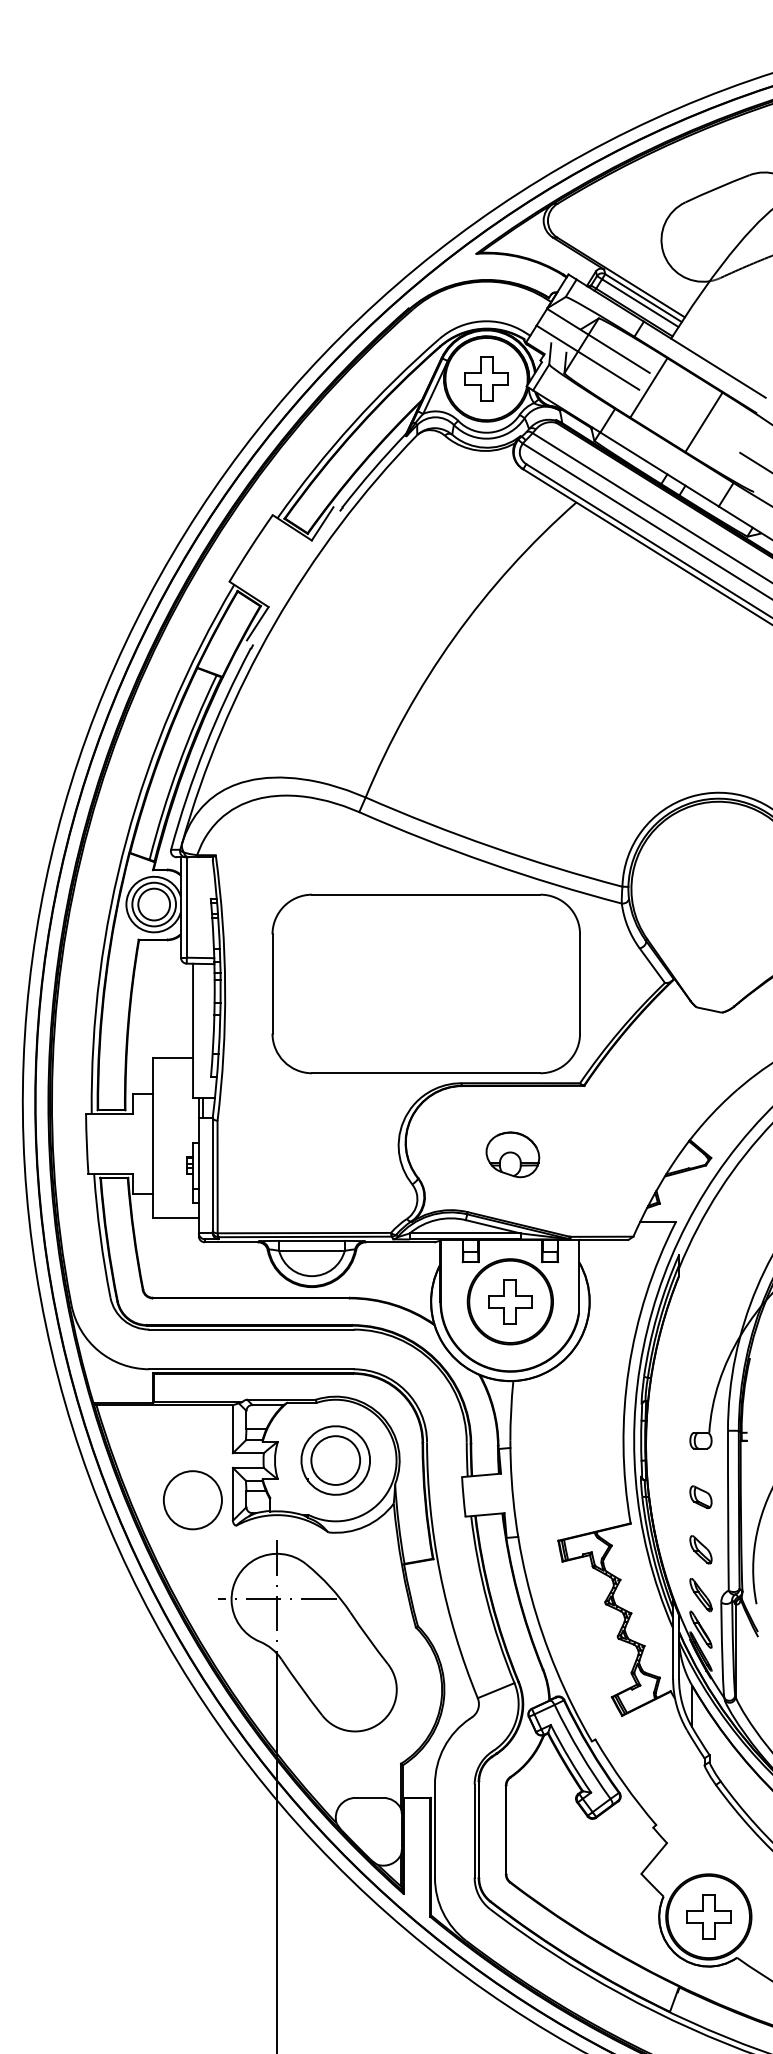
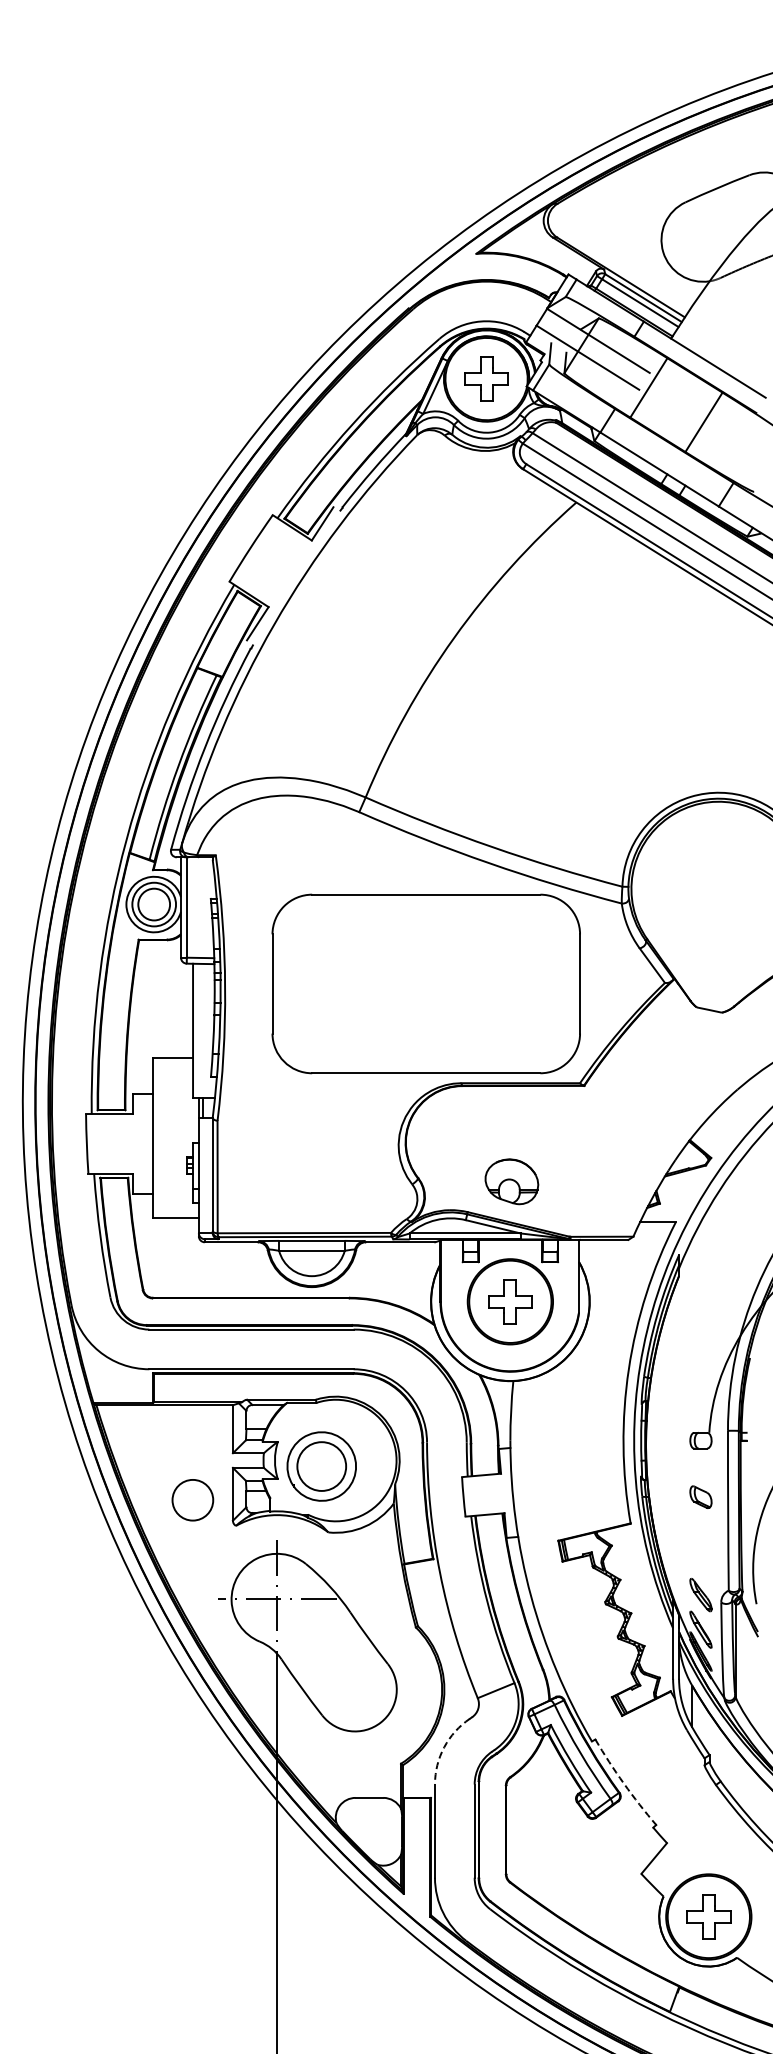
line at (754, 461): present -> none
part at (512, 1154) position: (512, 1154) -> (511, 1181)
part at (335, 1460) position: (335, 1460) -> (321, 1466)
circle at (192, 1500) diameter: 58 px -> 41 px
part at (700, 1549): present -> none
arc at (444, 1747): solid -> dashed
arc at (623, 1783): solid -> dashed
